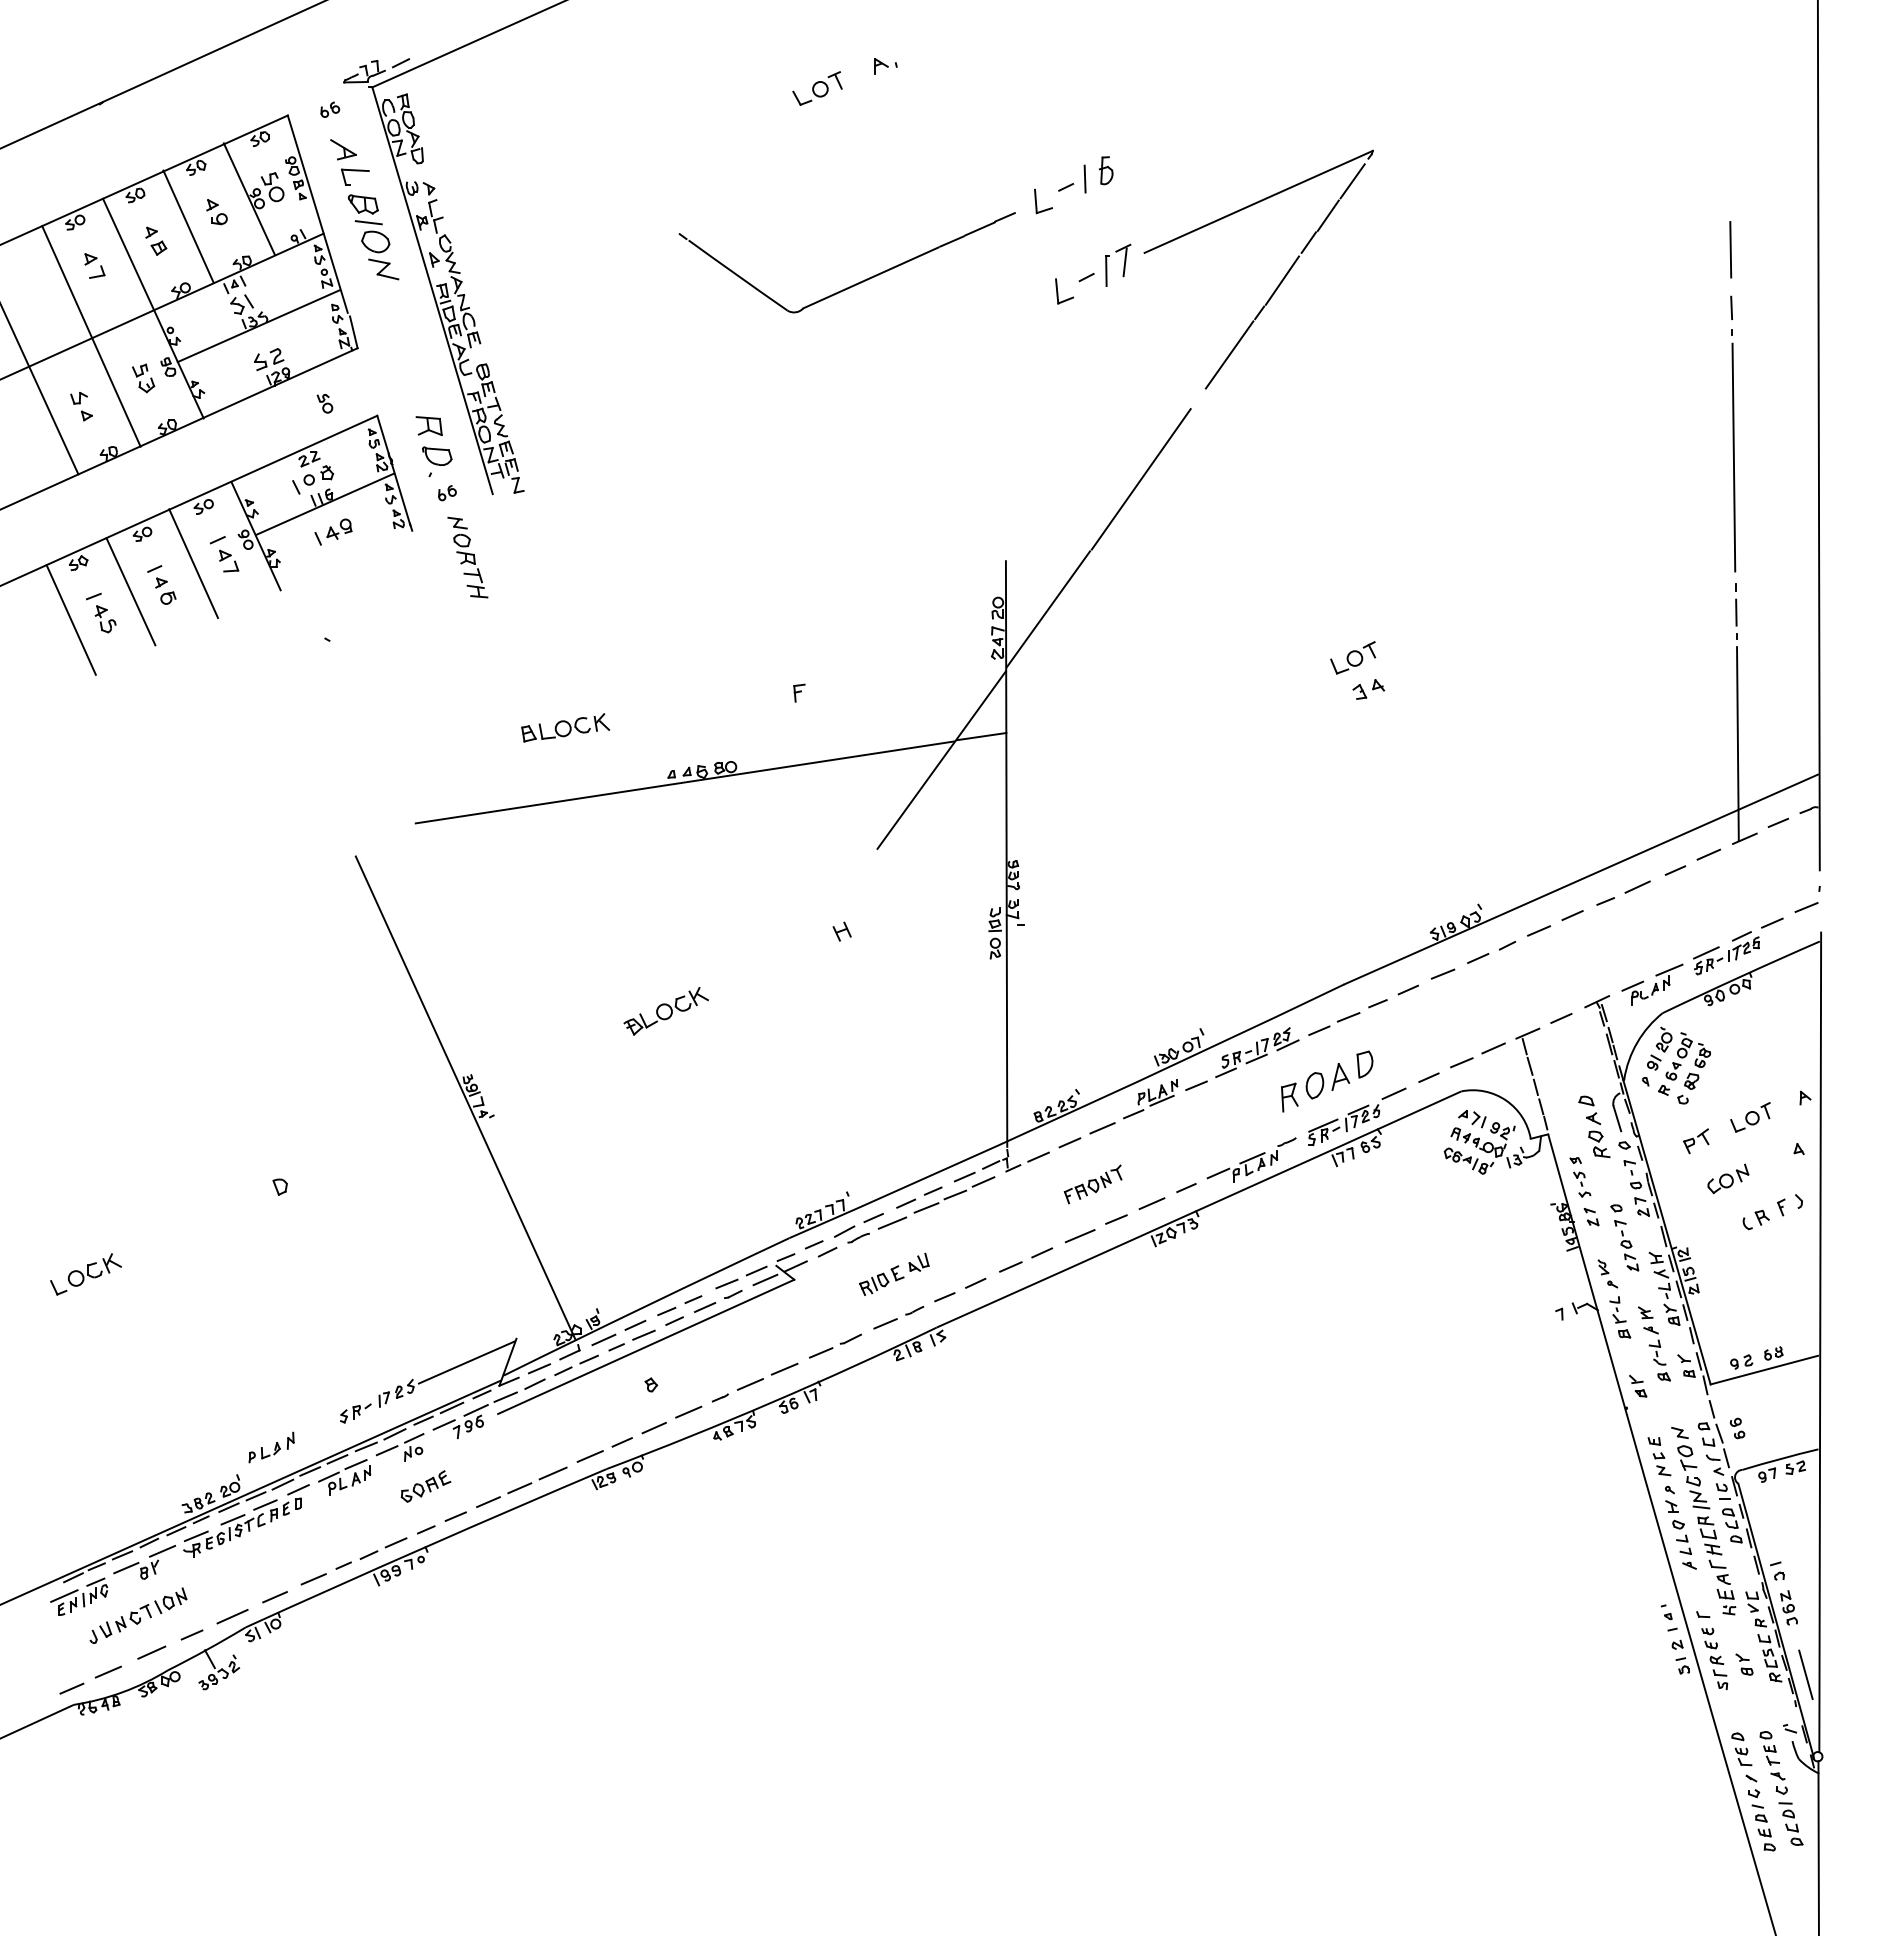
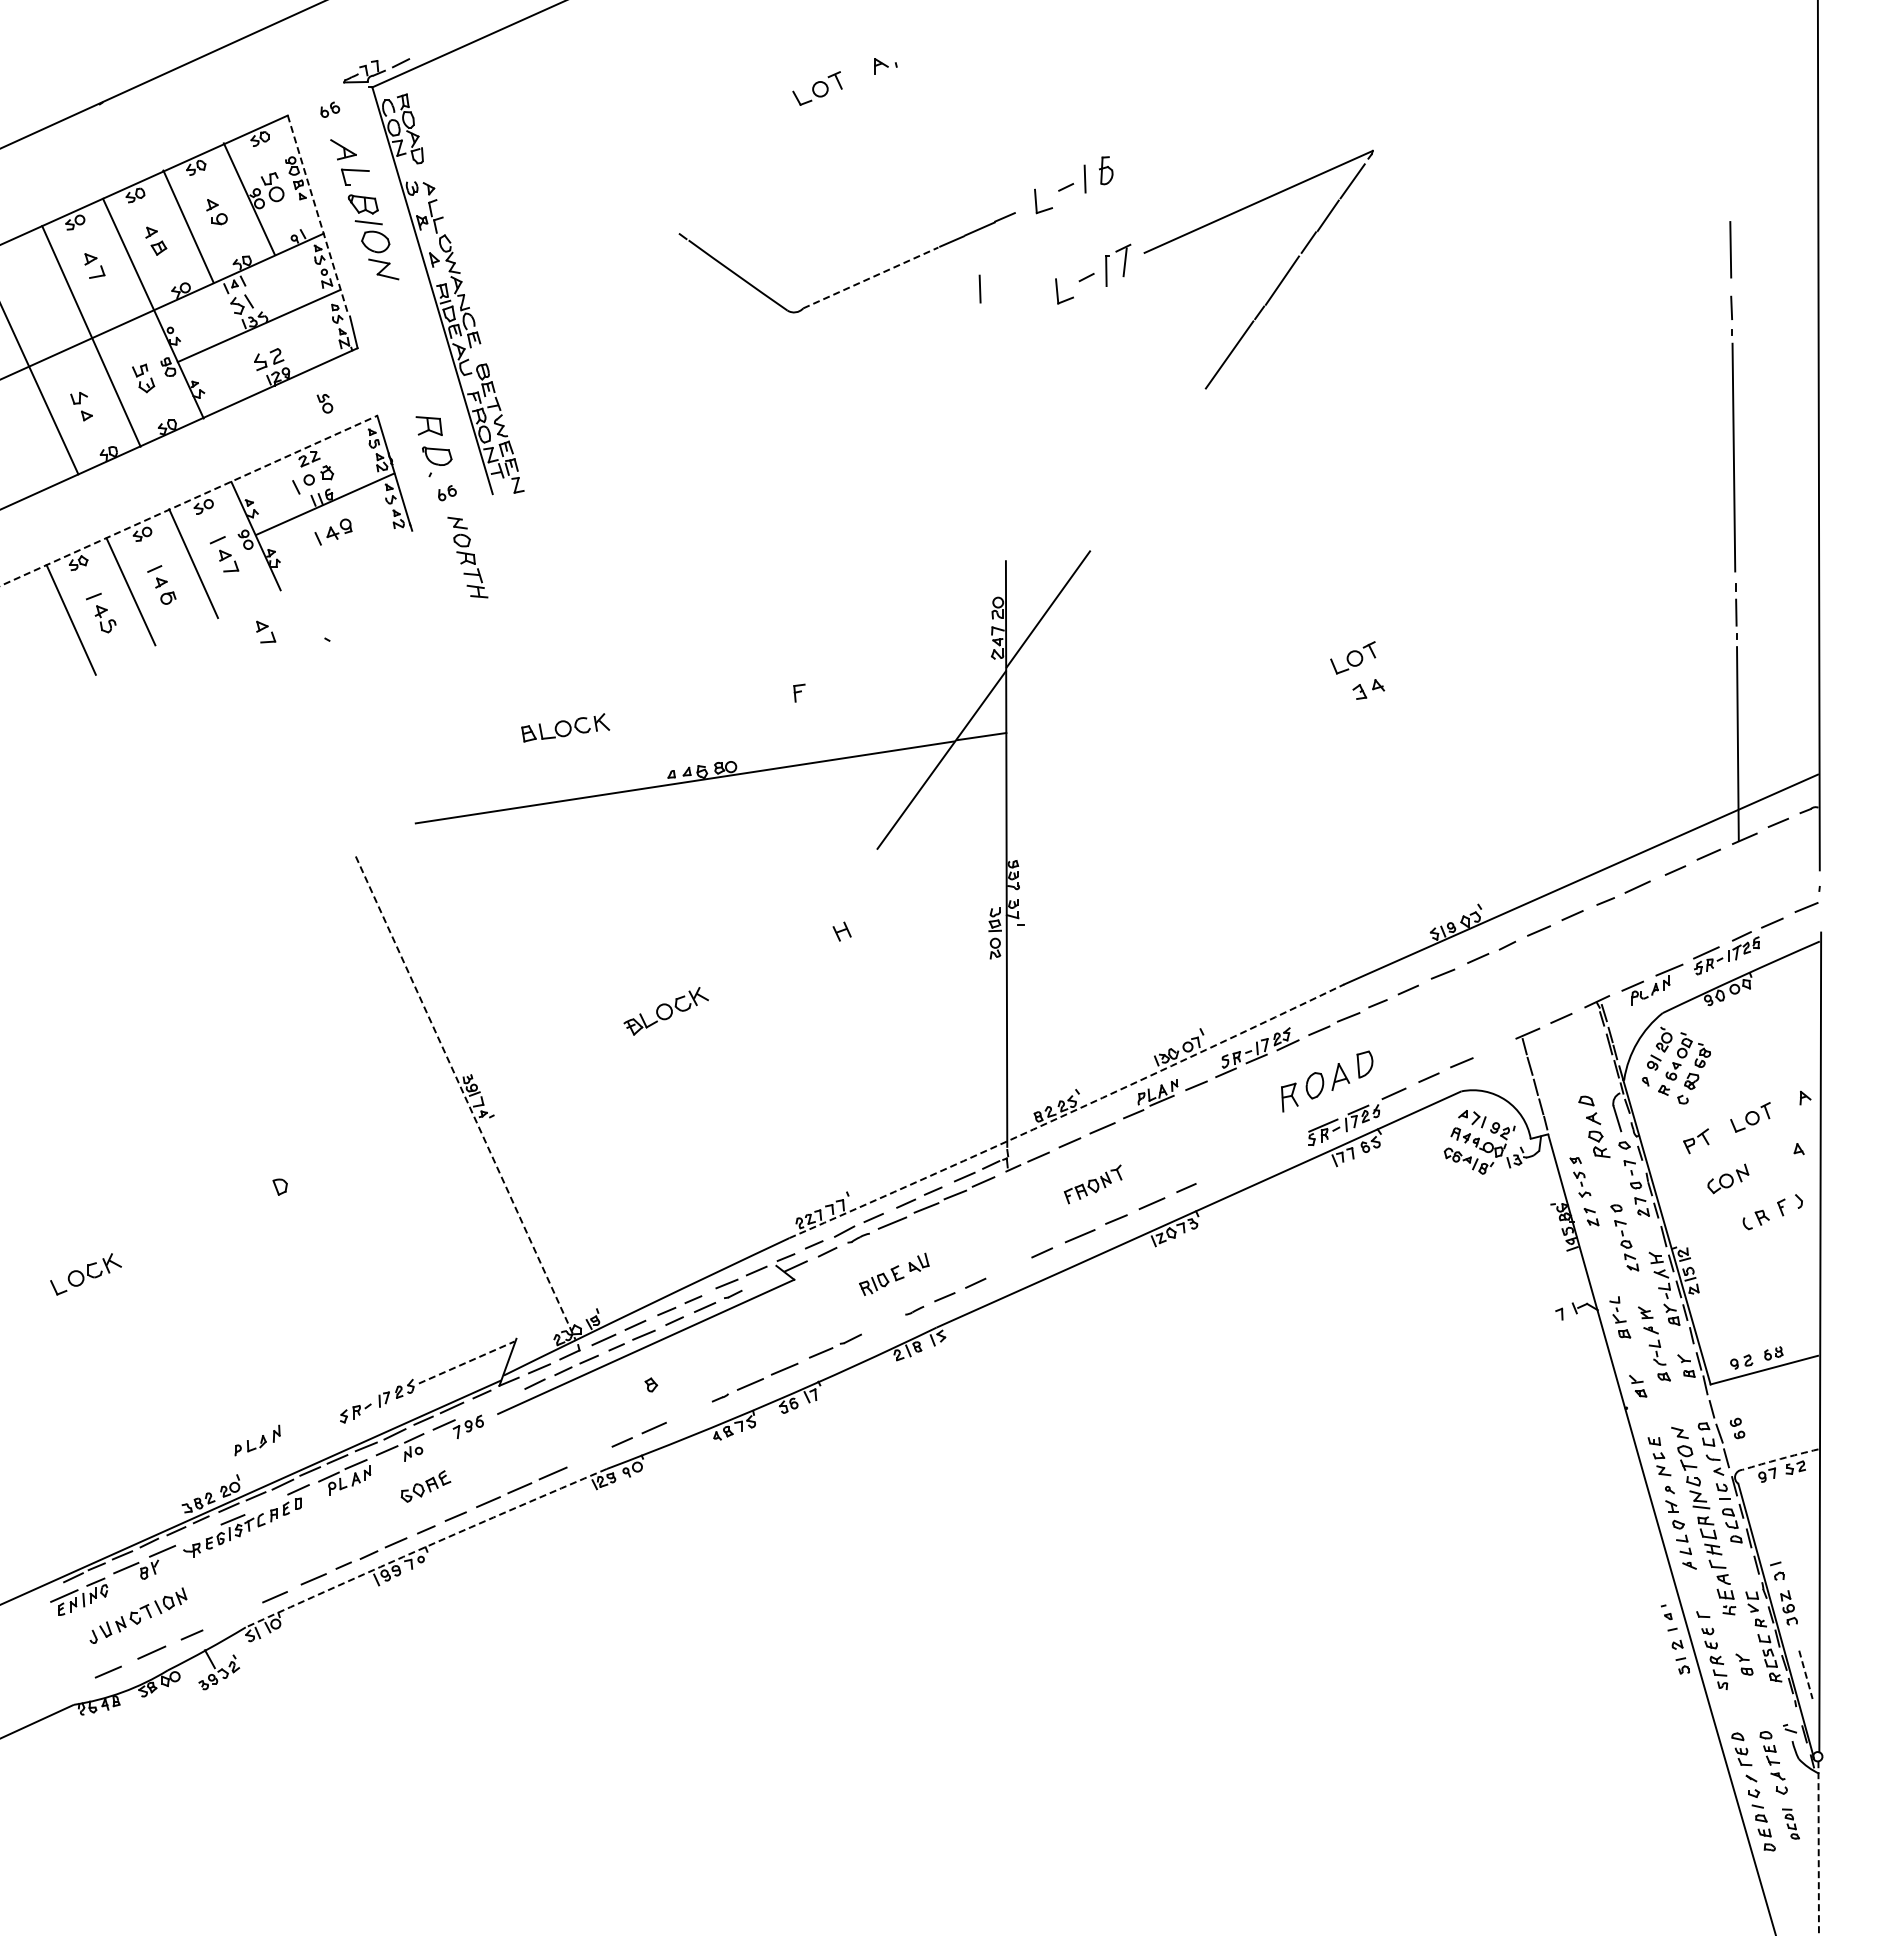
line at (317, 214): solid -> dashed
line at (871, 277): solid -> dashed
line at (979, 288): none -> present
line at (1140, 479): present -> none
line at (188, 500): solid -> dashed
part at (266, 631): none -> present
line at (1493, 1048): present -> none
line at (465, 1098): solid -> dashed
arc at (1067, 1113): solid -> dashed
part at (1251, 1159): present -> none
line at (1010, 1266): present -> none
part at (1607, 1273): present -> none
line at (765, 1279): present -> none
line at (885, 1323): present -> none
line at (467, 1362): solid -> dashed
line at (505, 1396): present -> none
line at (475, 1410): present -> none
line at (688, 1411): present -> none
part at (271, 1447) position: (271, 1447) -> (257, 1440)
line at (589, 1456): present -> none
arc at (1780, 1459): solid -> dashed
line at (265, 1504): present -> none
line at (195, 1536): present -> none
arc at (425, 1547): solid -> dashed
line at (232, 1616): present -> none
line at (1806, 1675): solid -> dashed
line at (71, 1688): present -> none
part at (1790, 1823) size: 26x44 px -> 18x32 px
line at (1818, 1848): solid -> dashed
